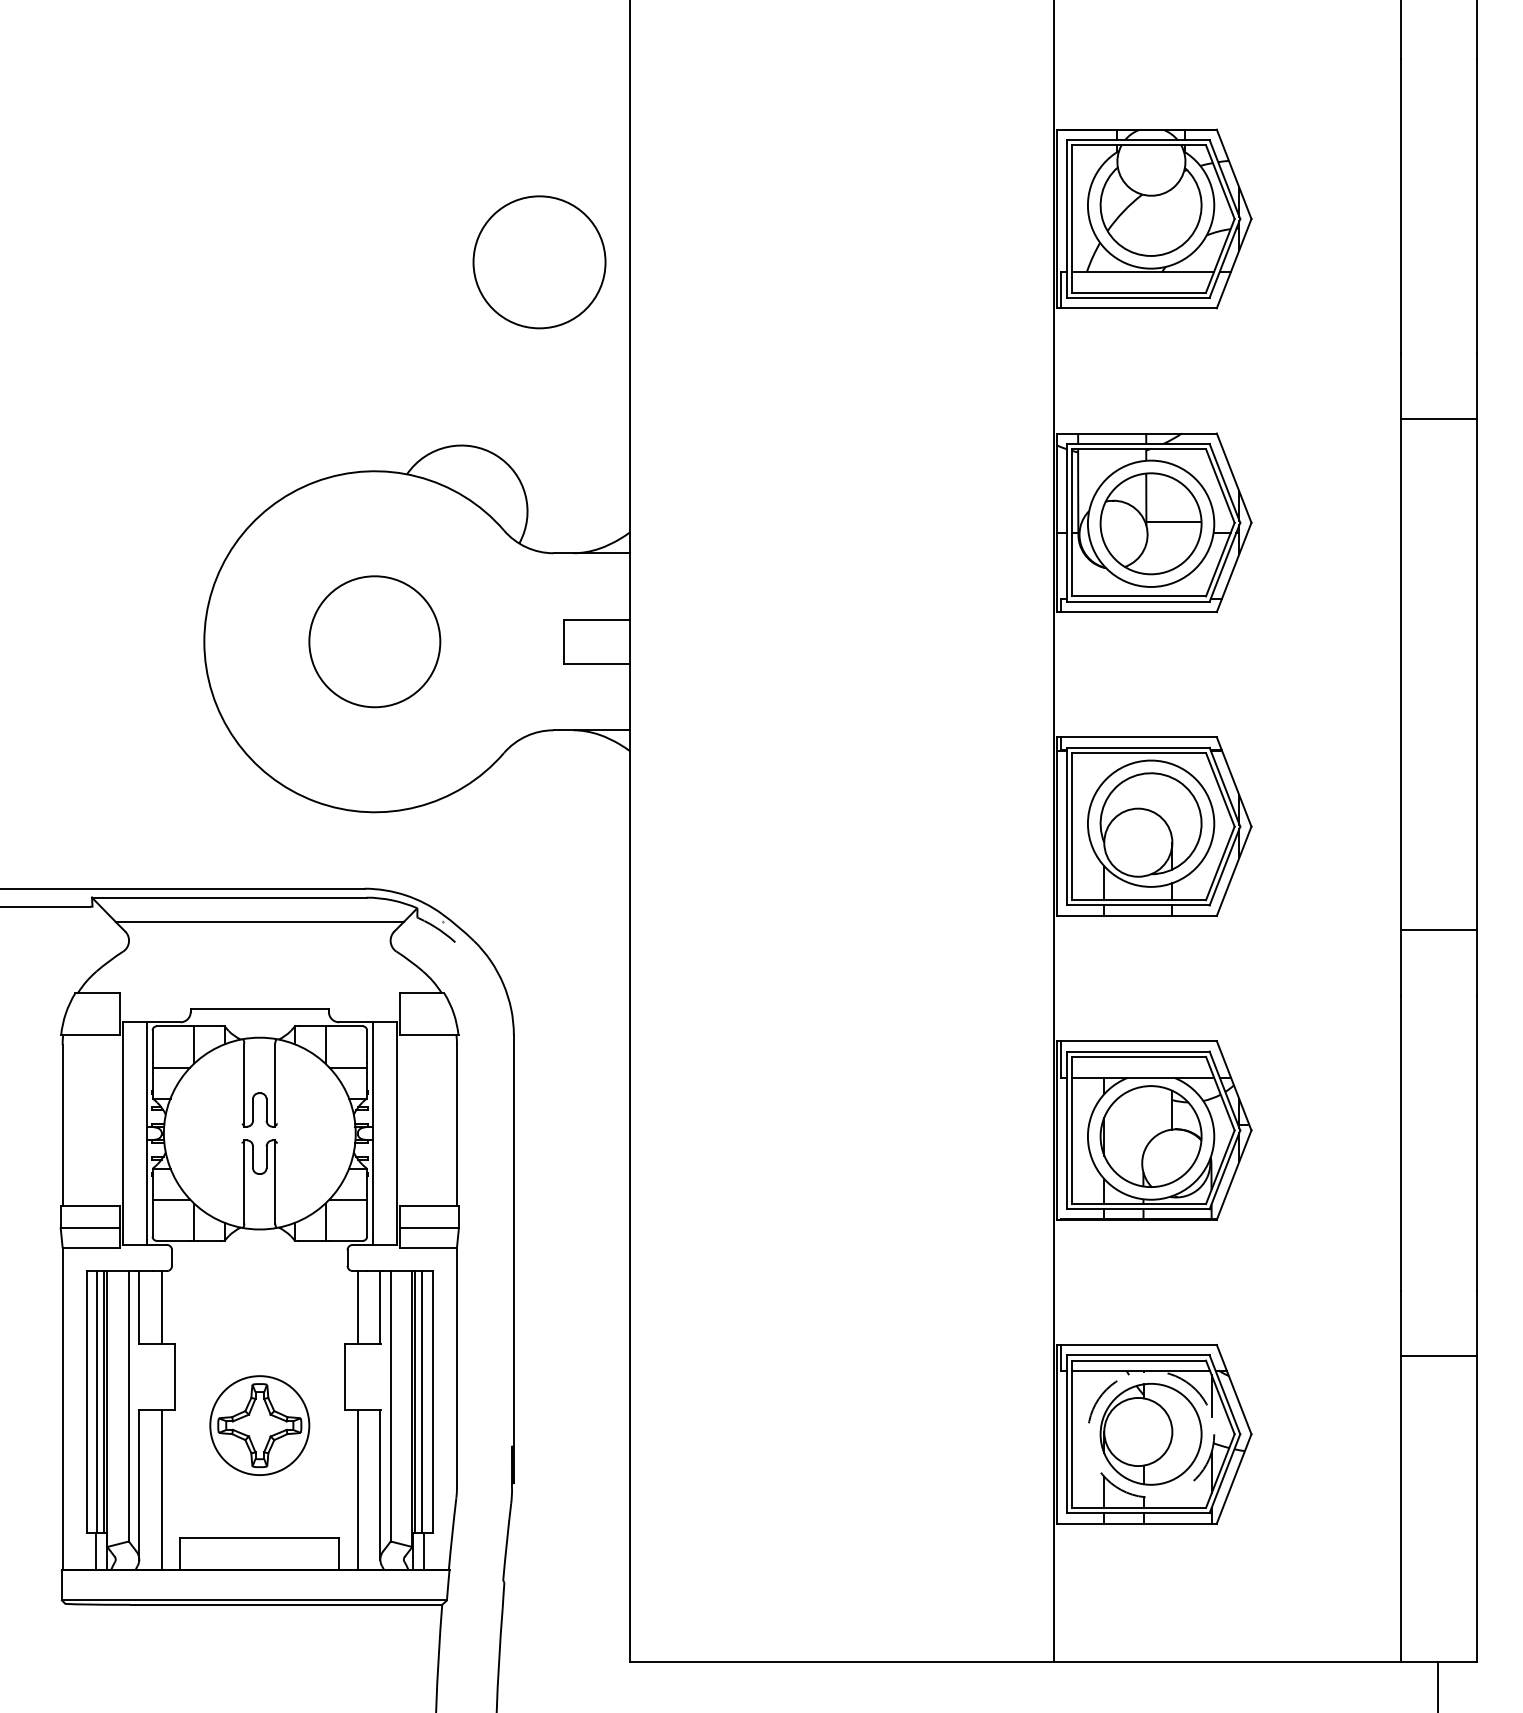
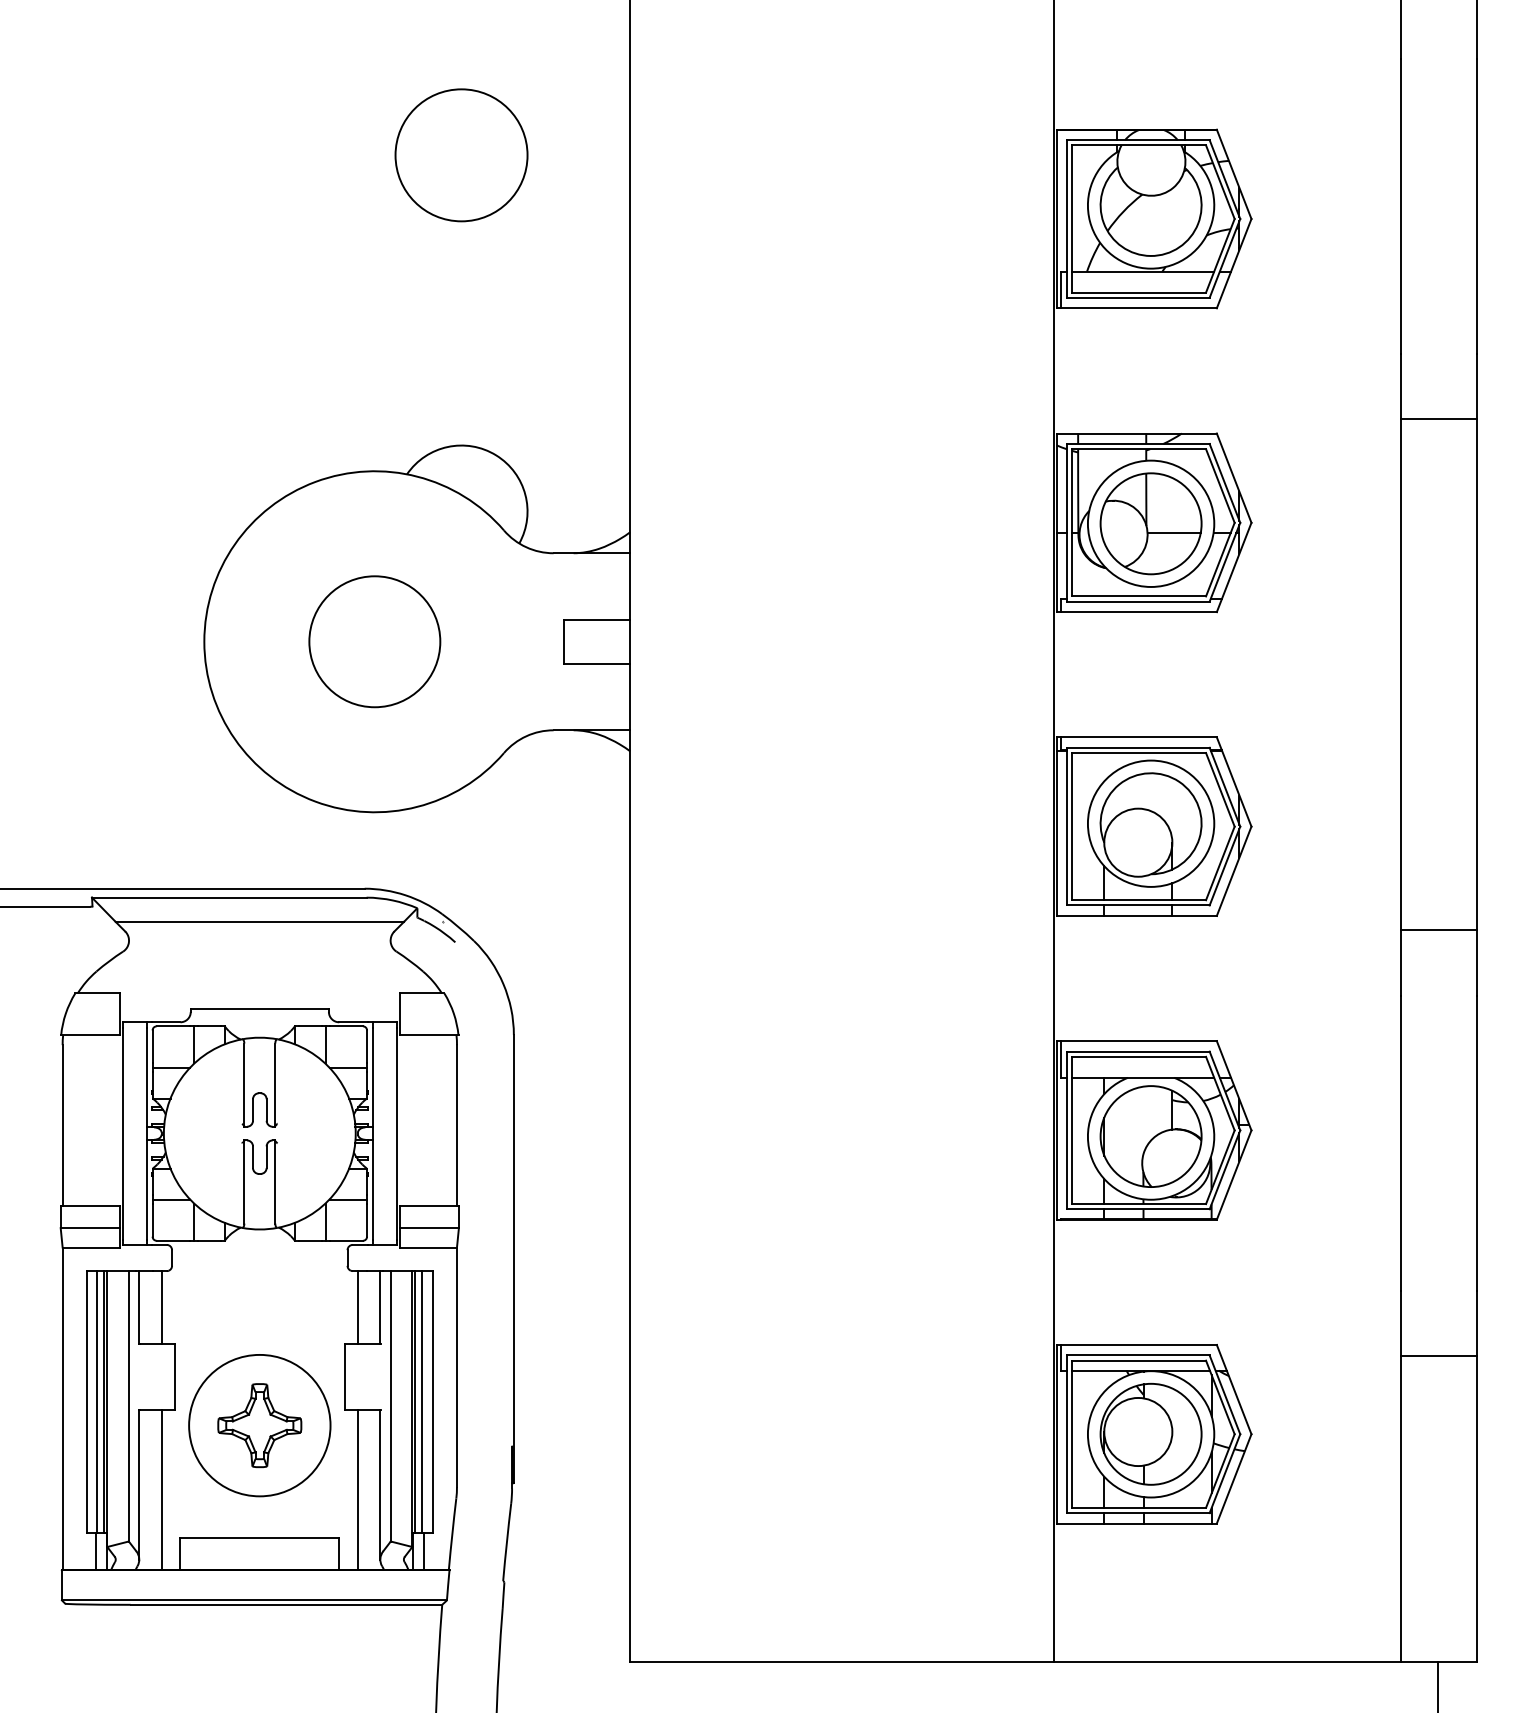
circle at (539, 262) position: (539, 262) -> (461, 155)
line at (1173, 522) position: (1173, 522) -> (1173, 533)
circle at (259, 1425) diameter: 99 px -> 141 px
circle at (1150, 1434): dashed -> solid
